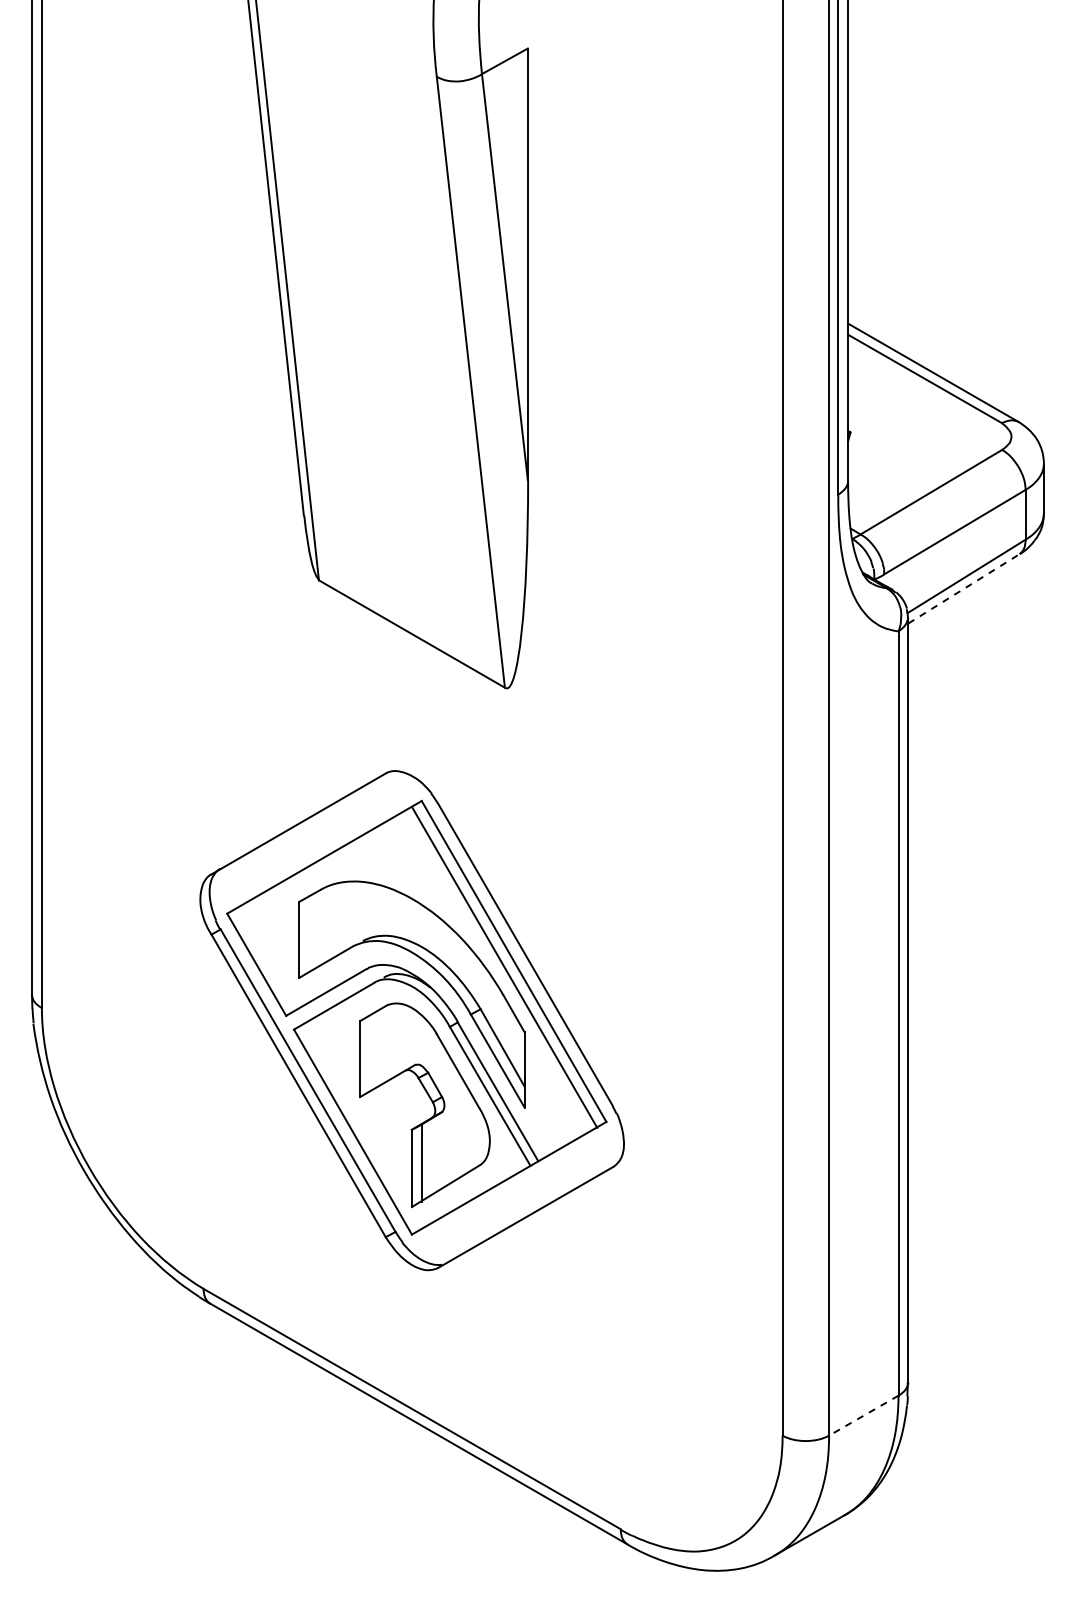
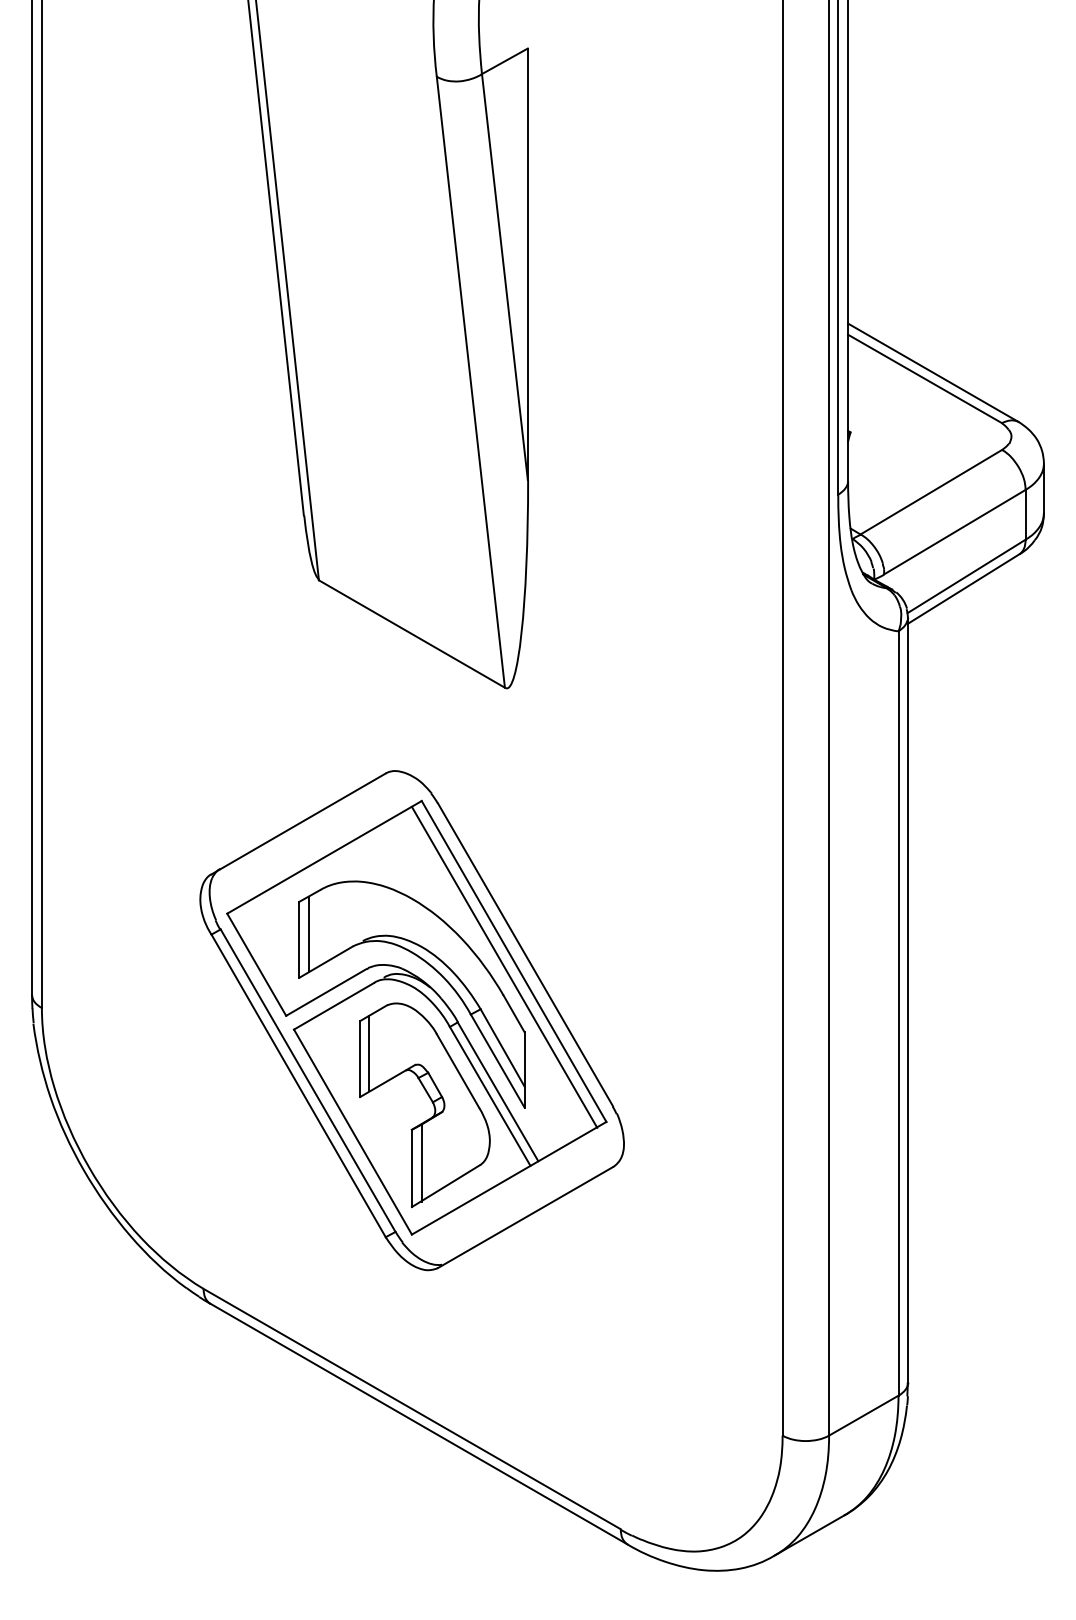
line at (964, 588): dashed -> solid
line at (309, 933): none -> present
line at (369, 1053): none -> present
line at (863, 1415): dashed -> solid
